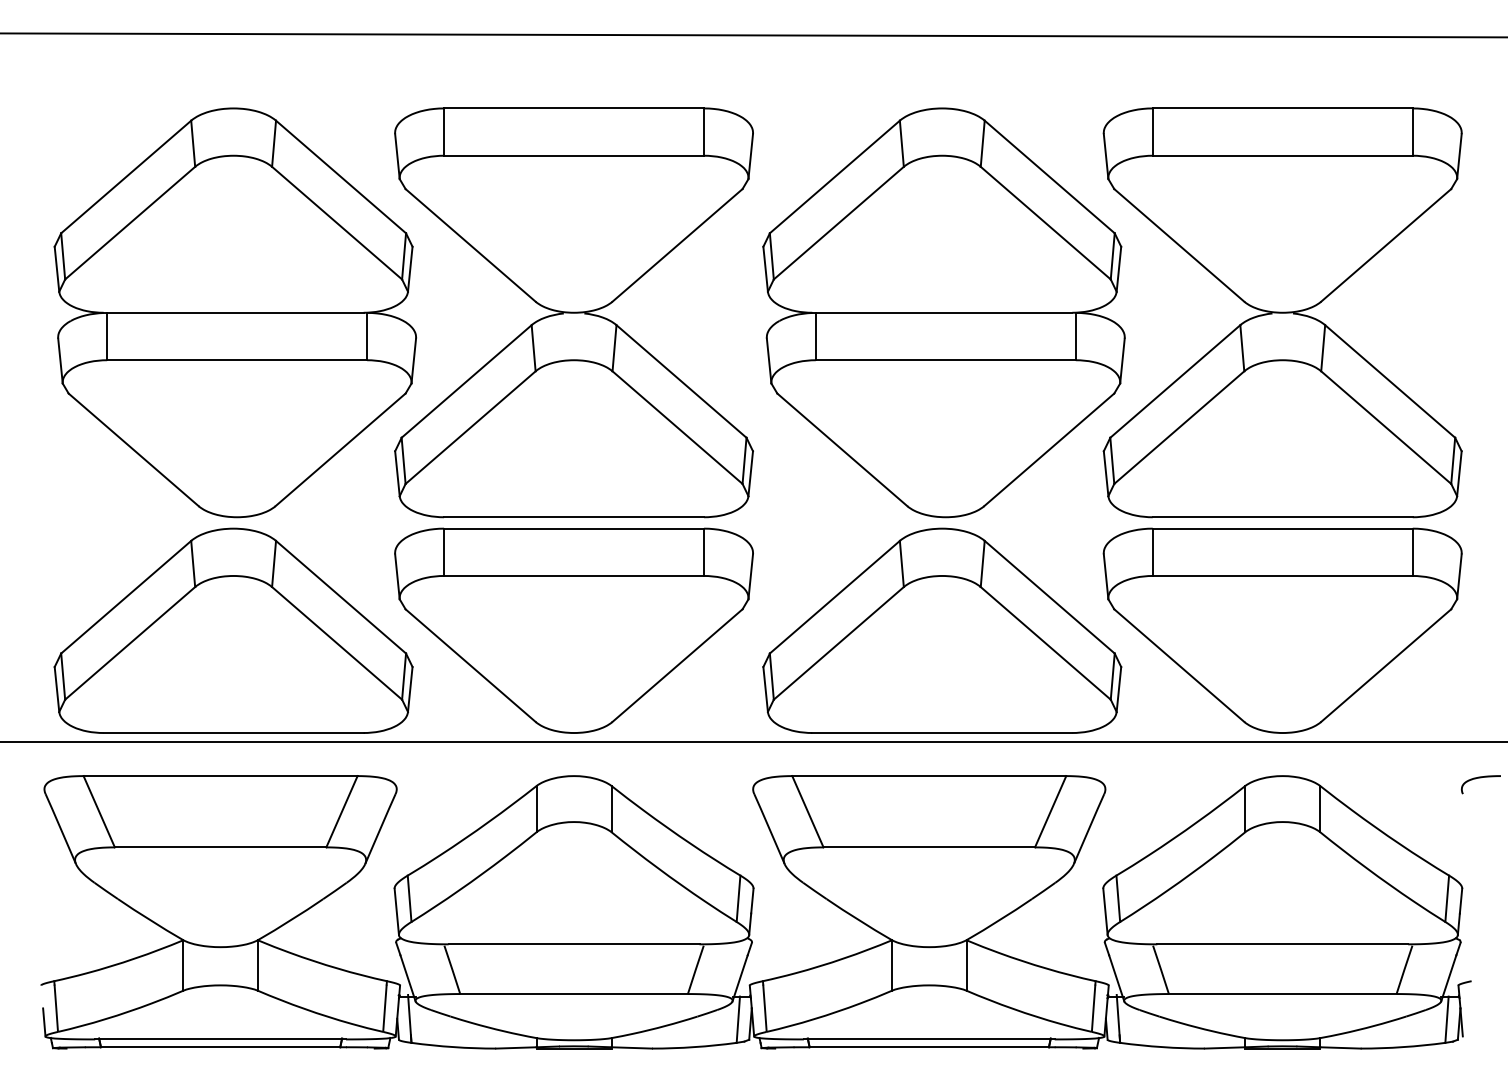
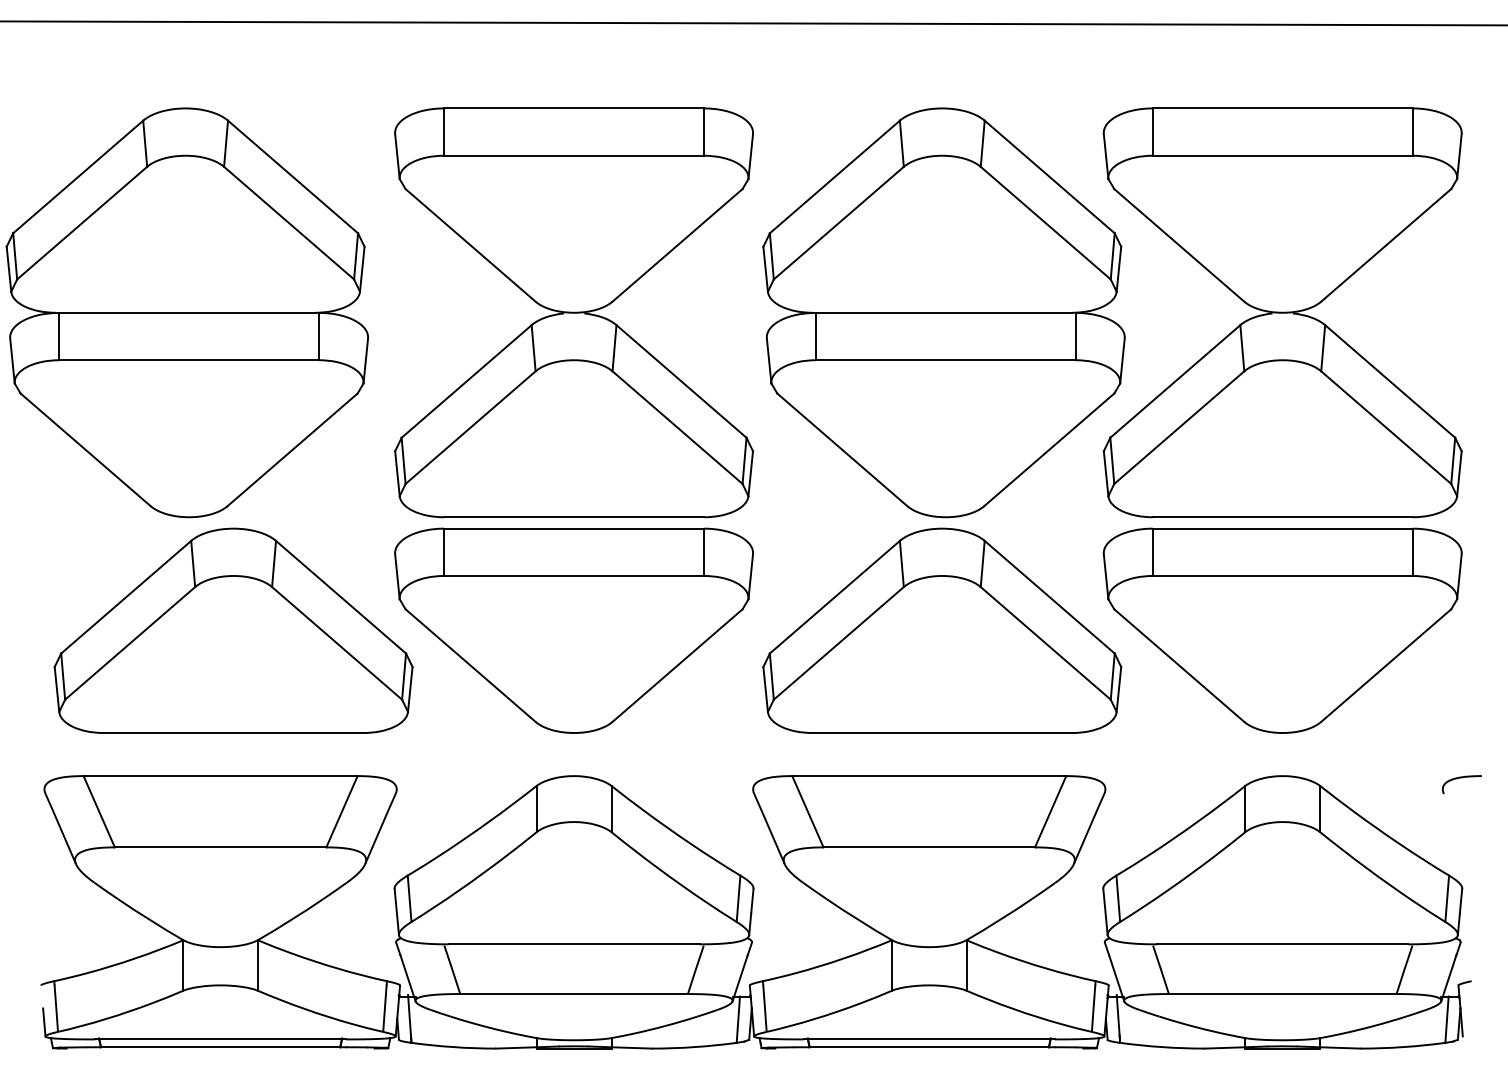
line at (753, 35) position: (753, 35) -> (753, 23)
part at (234, 312) position: (234, 312) -> (186, 312)
line at (753, 742): present -> none
curve at (1480, 778) position: (1480, 778) -> (1461, 778)
